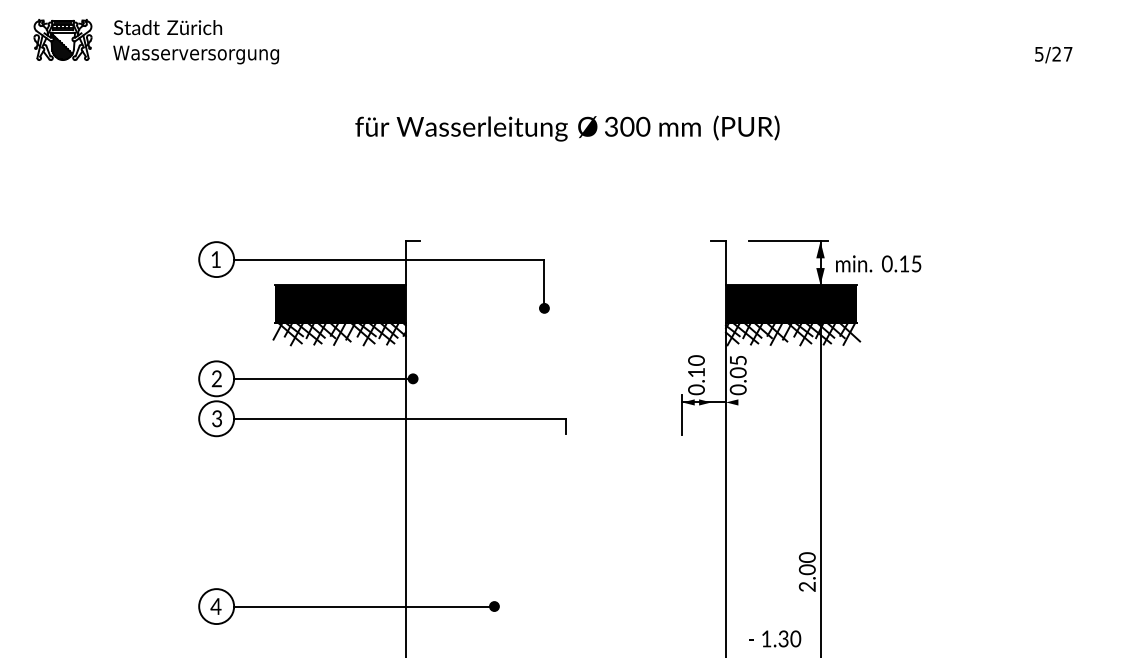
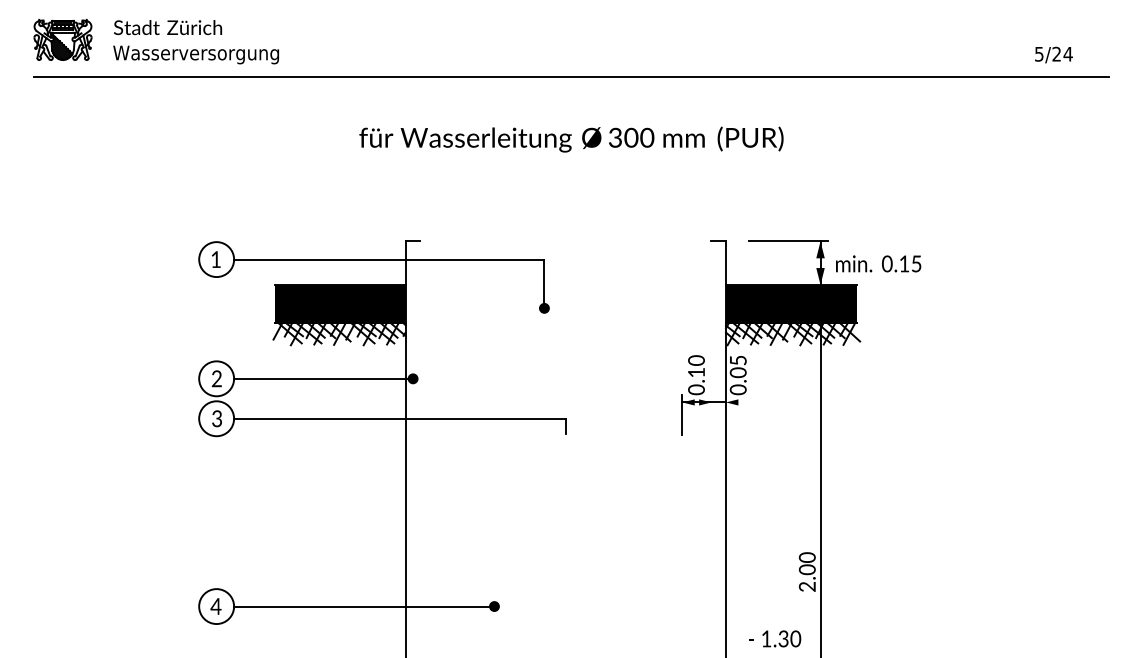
text at (1067, 54): 5/27 -> 5/24
line at (571, 76): none -> present
text at (567, 128) position: (567, 128) -> (571, 139)
